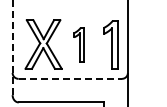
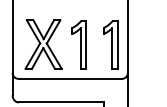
part at (78, 44) size: 12x36 px -> 16x50 px
line at (12, 47): dashed -> solid
line at (70, 78): dashed -> solid
